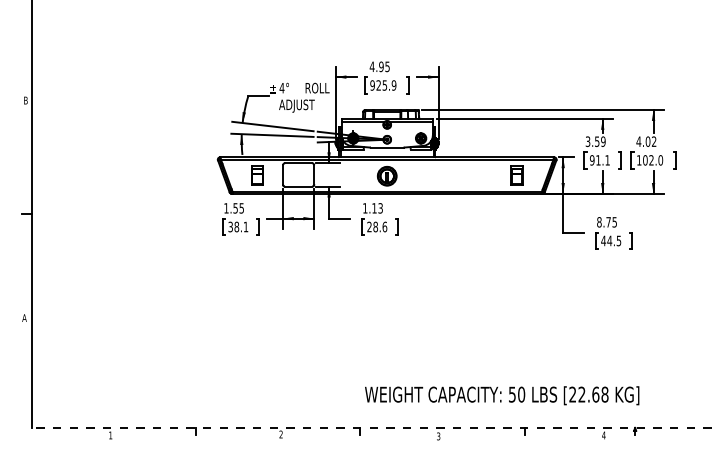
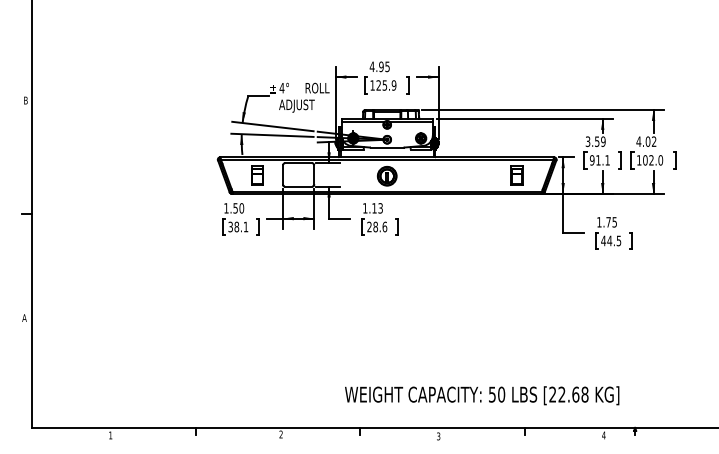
text at (372, 85): 925.9 -> 125.9
text at (241, 208): 1.55 -> 1.50
text at (599, 222): 8.75 -> 1.75
text at (502, 395) position: (502, 395) -> (482, 395)
line at (374, 427): dashed -> solid
